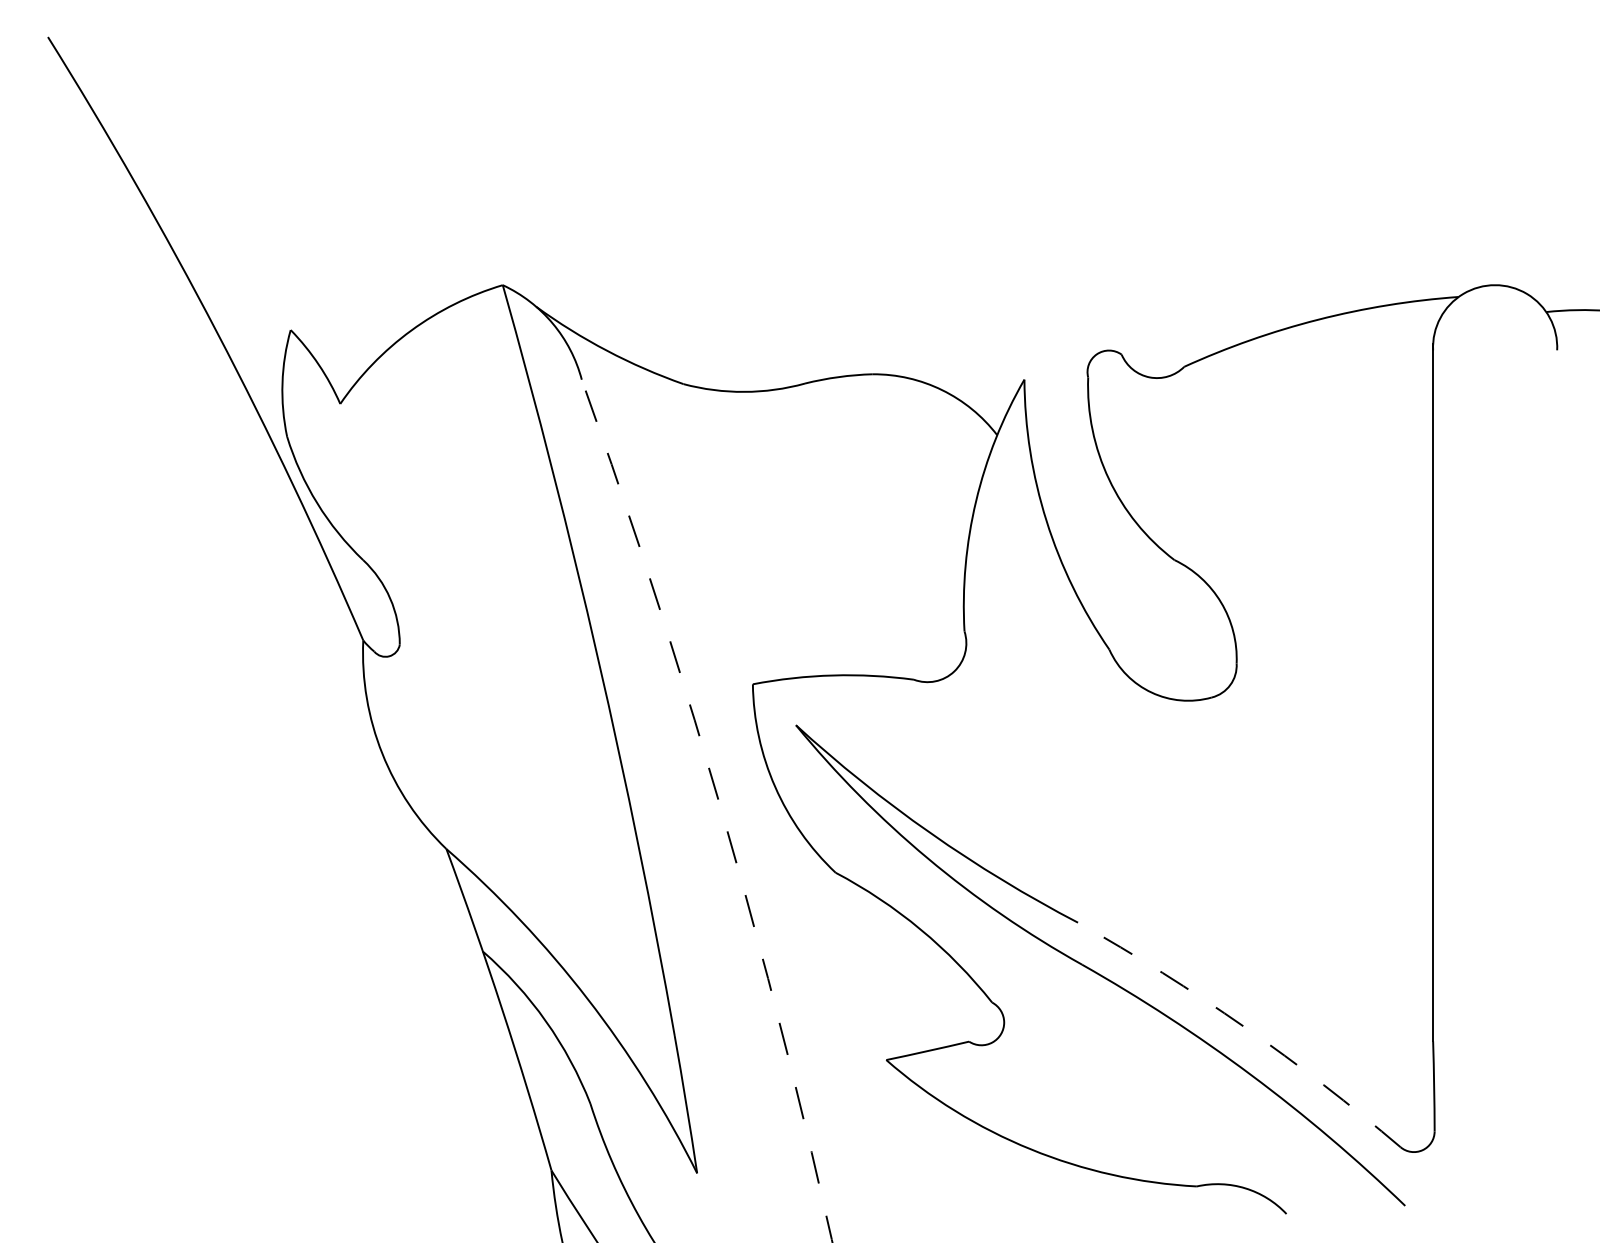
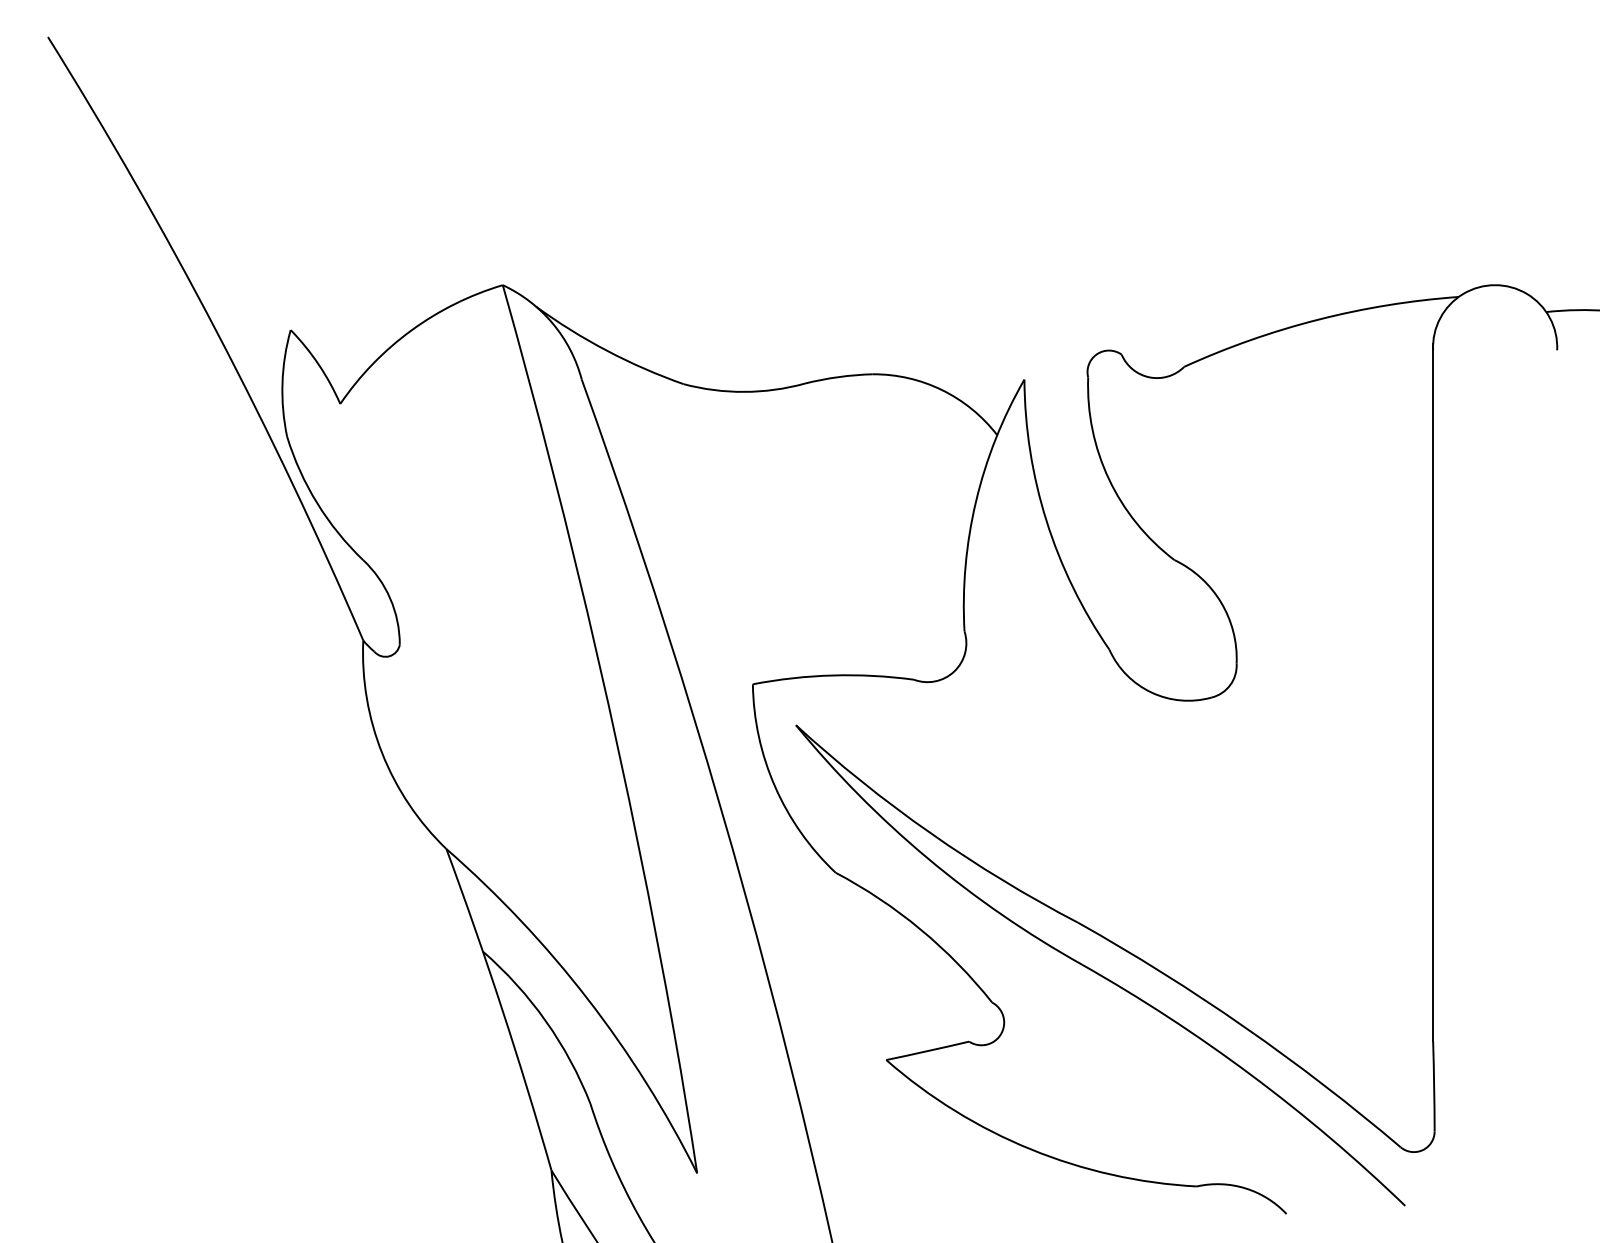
arc at (720, 806): dashed -> solid
arc at (1244, 1027): dashed -> solid
